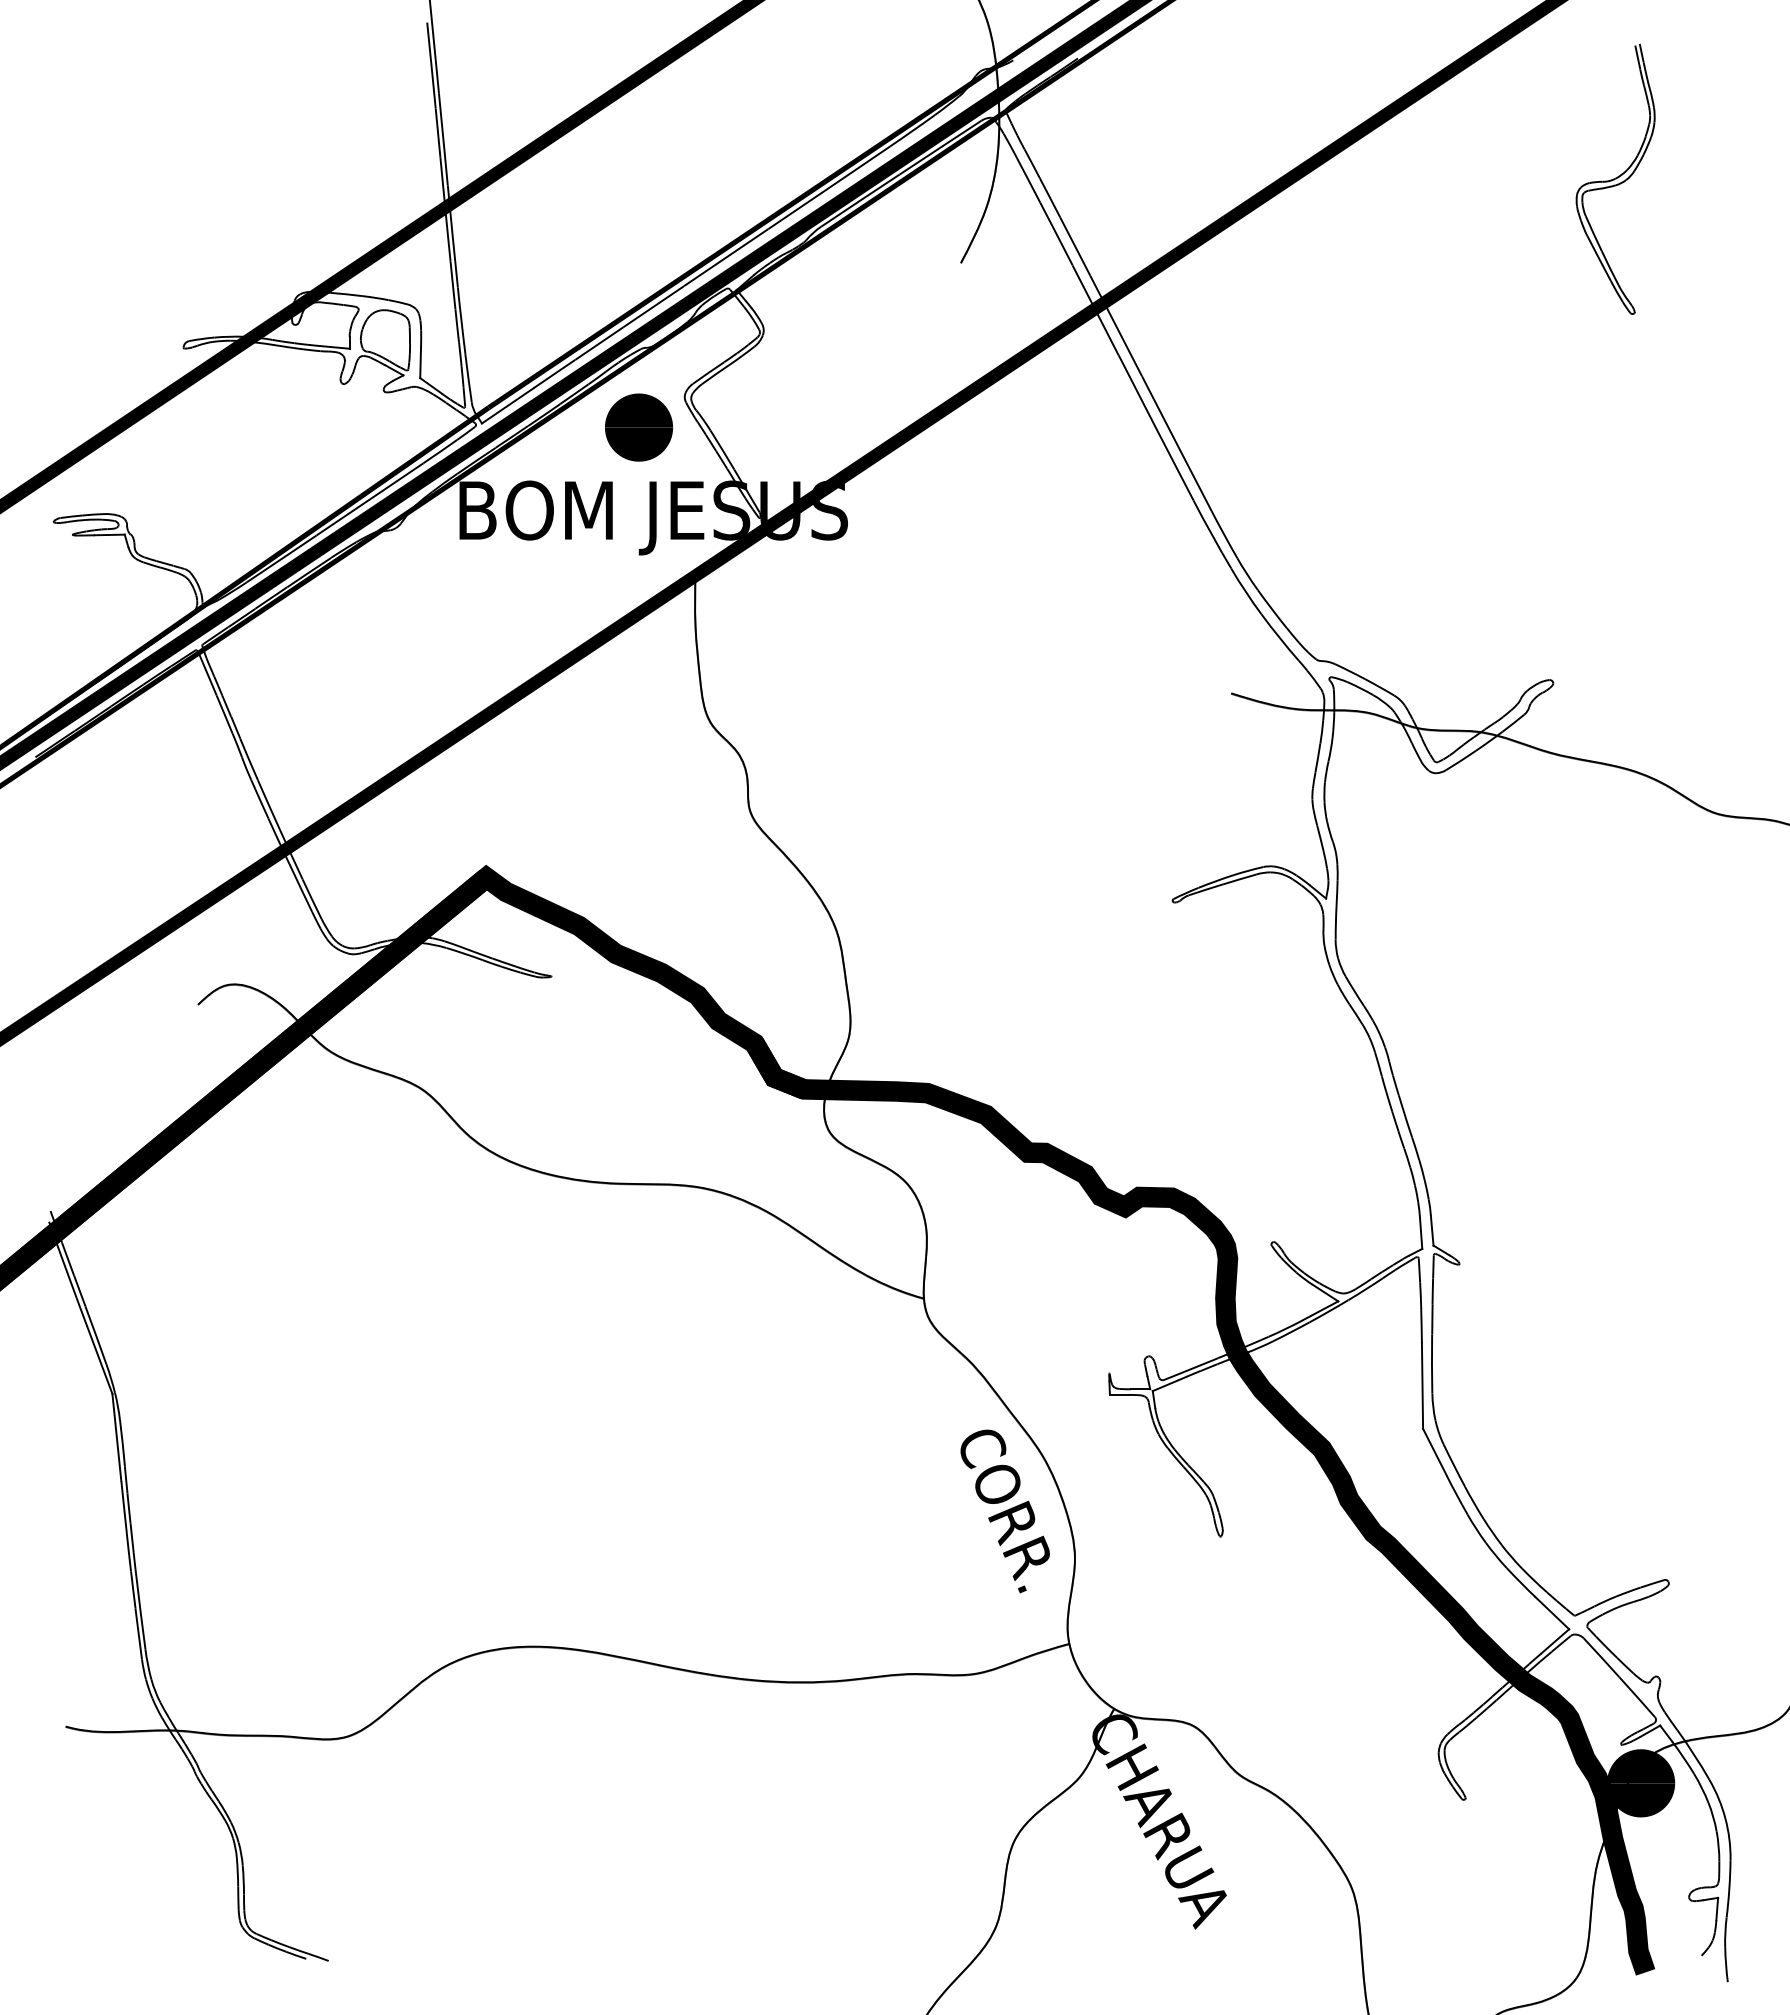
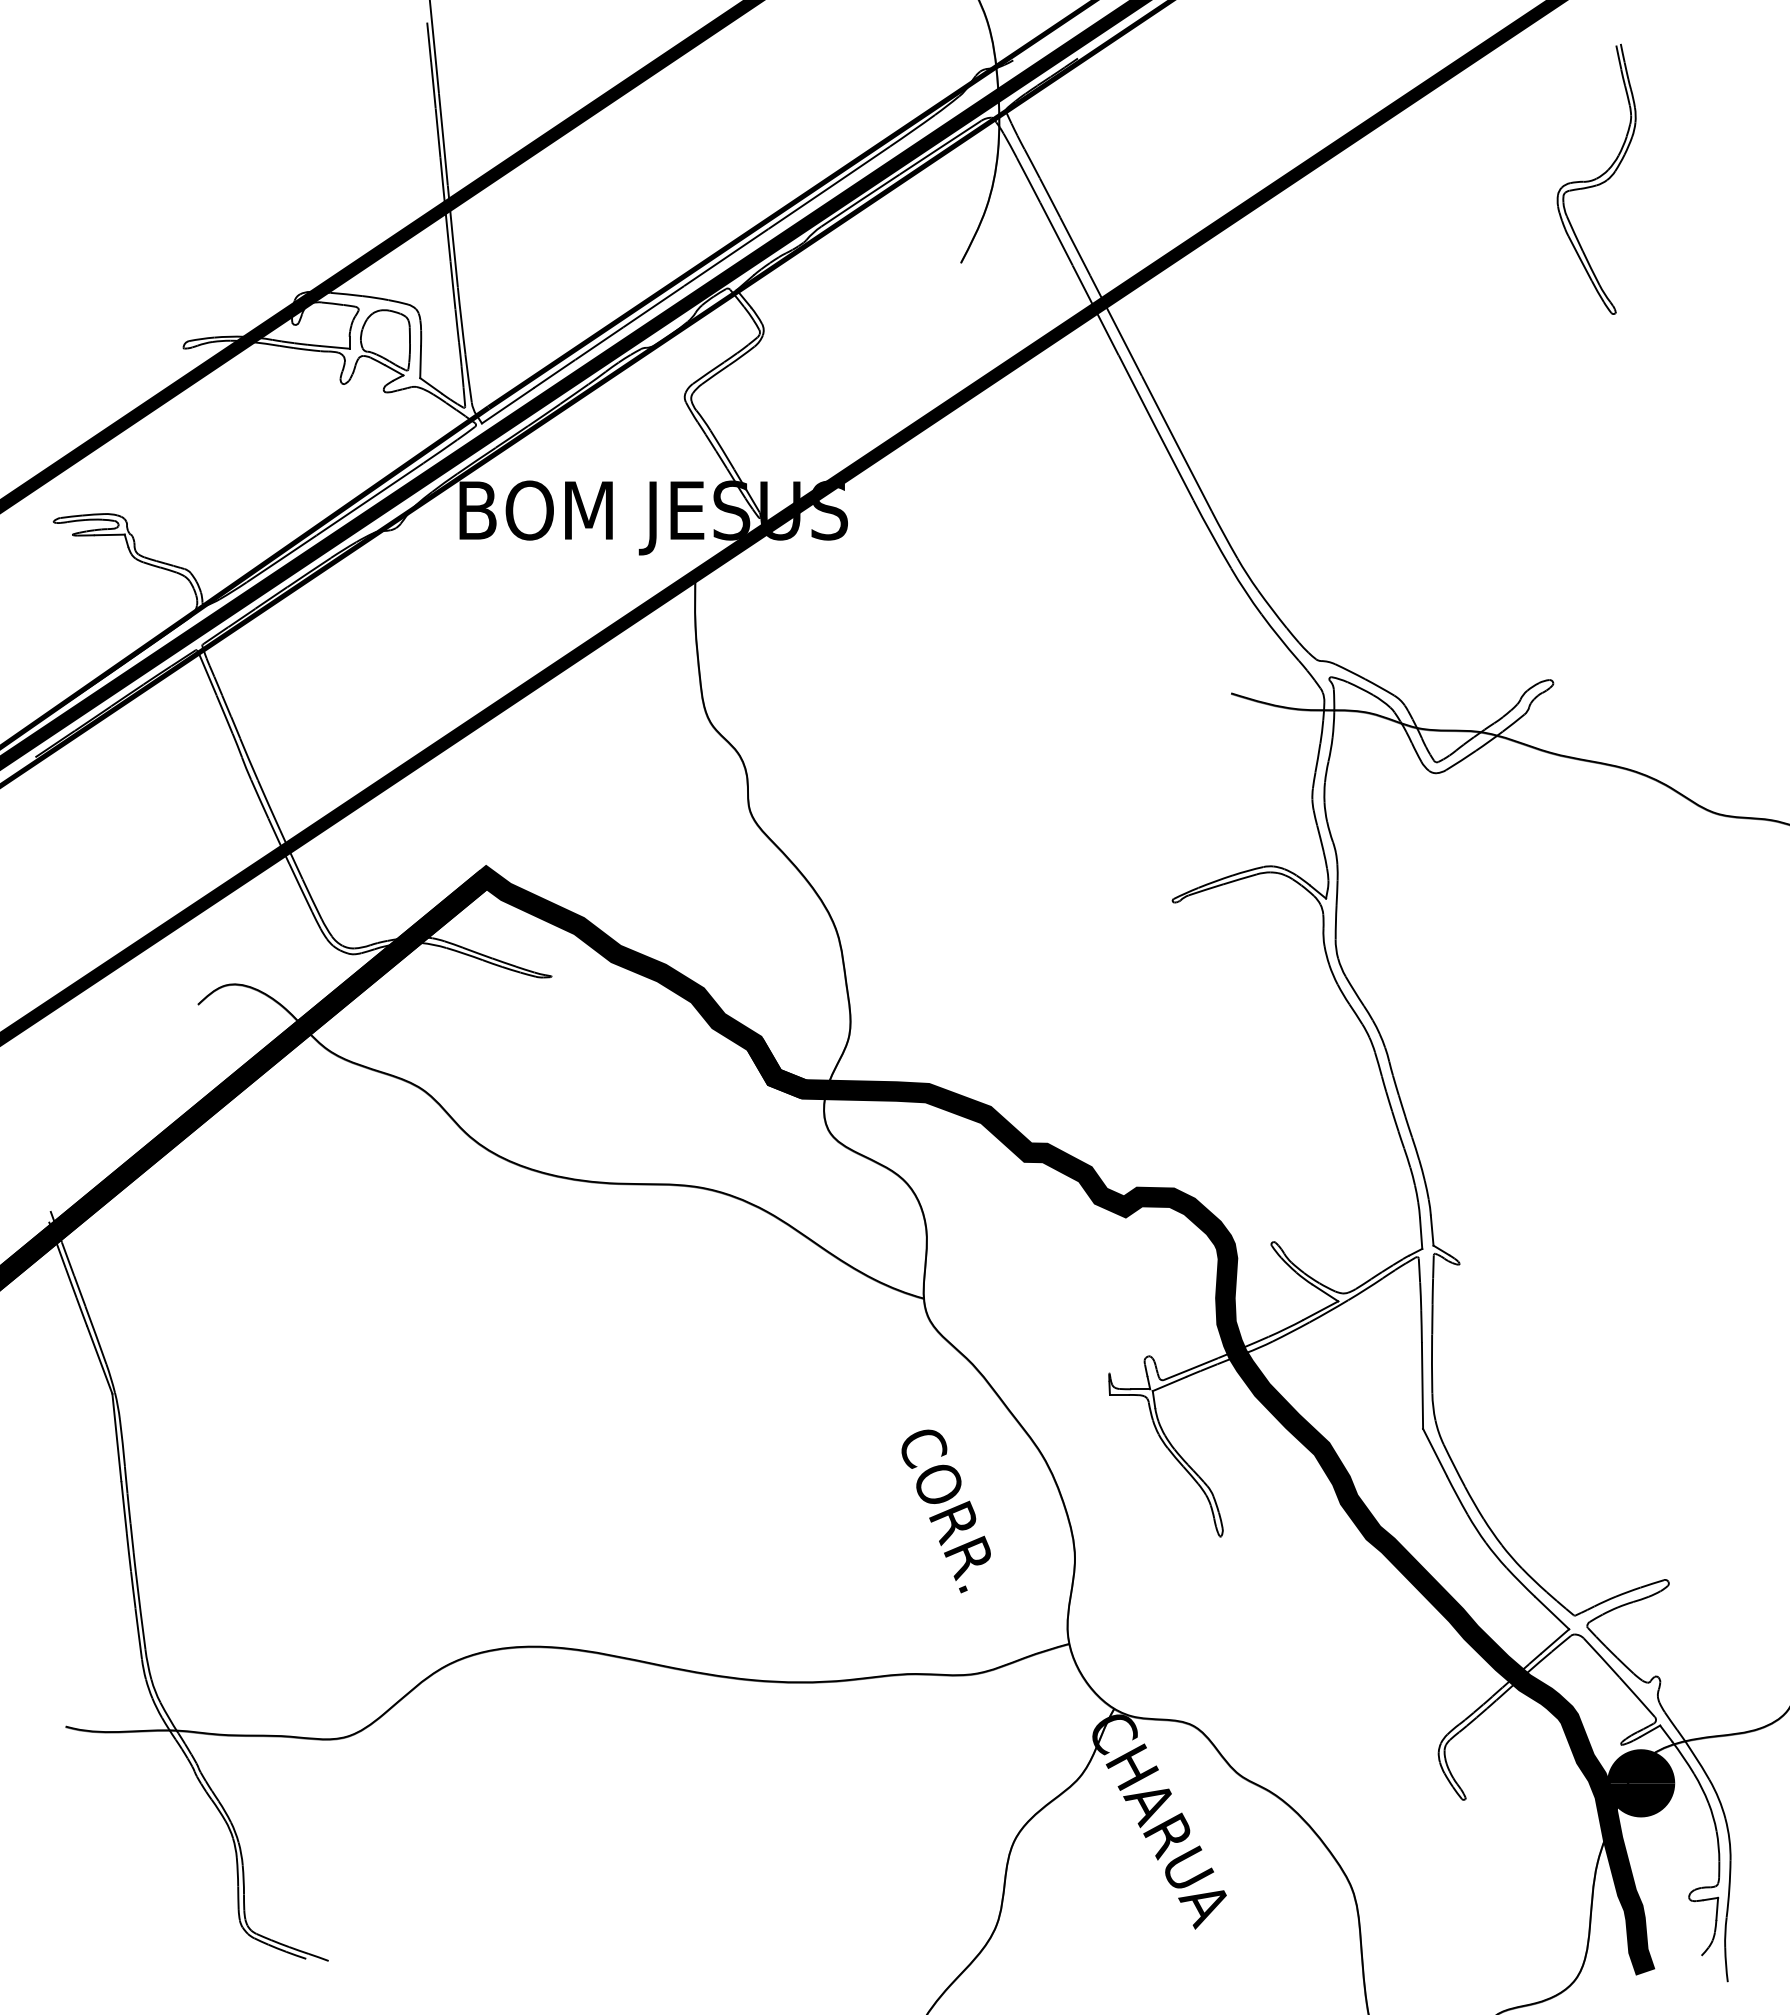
part at (1615, 178) position: (1615, 178) -> (1596, 178)
part at (639, 427): present -> none
text at (1004, 1511) position: (1004, 1511) -> (945, 1511)
